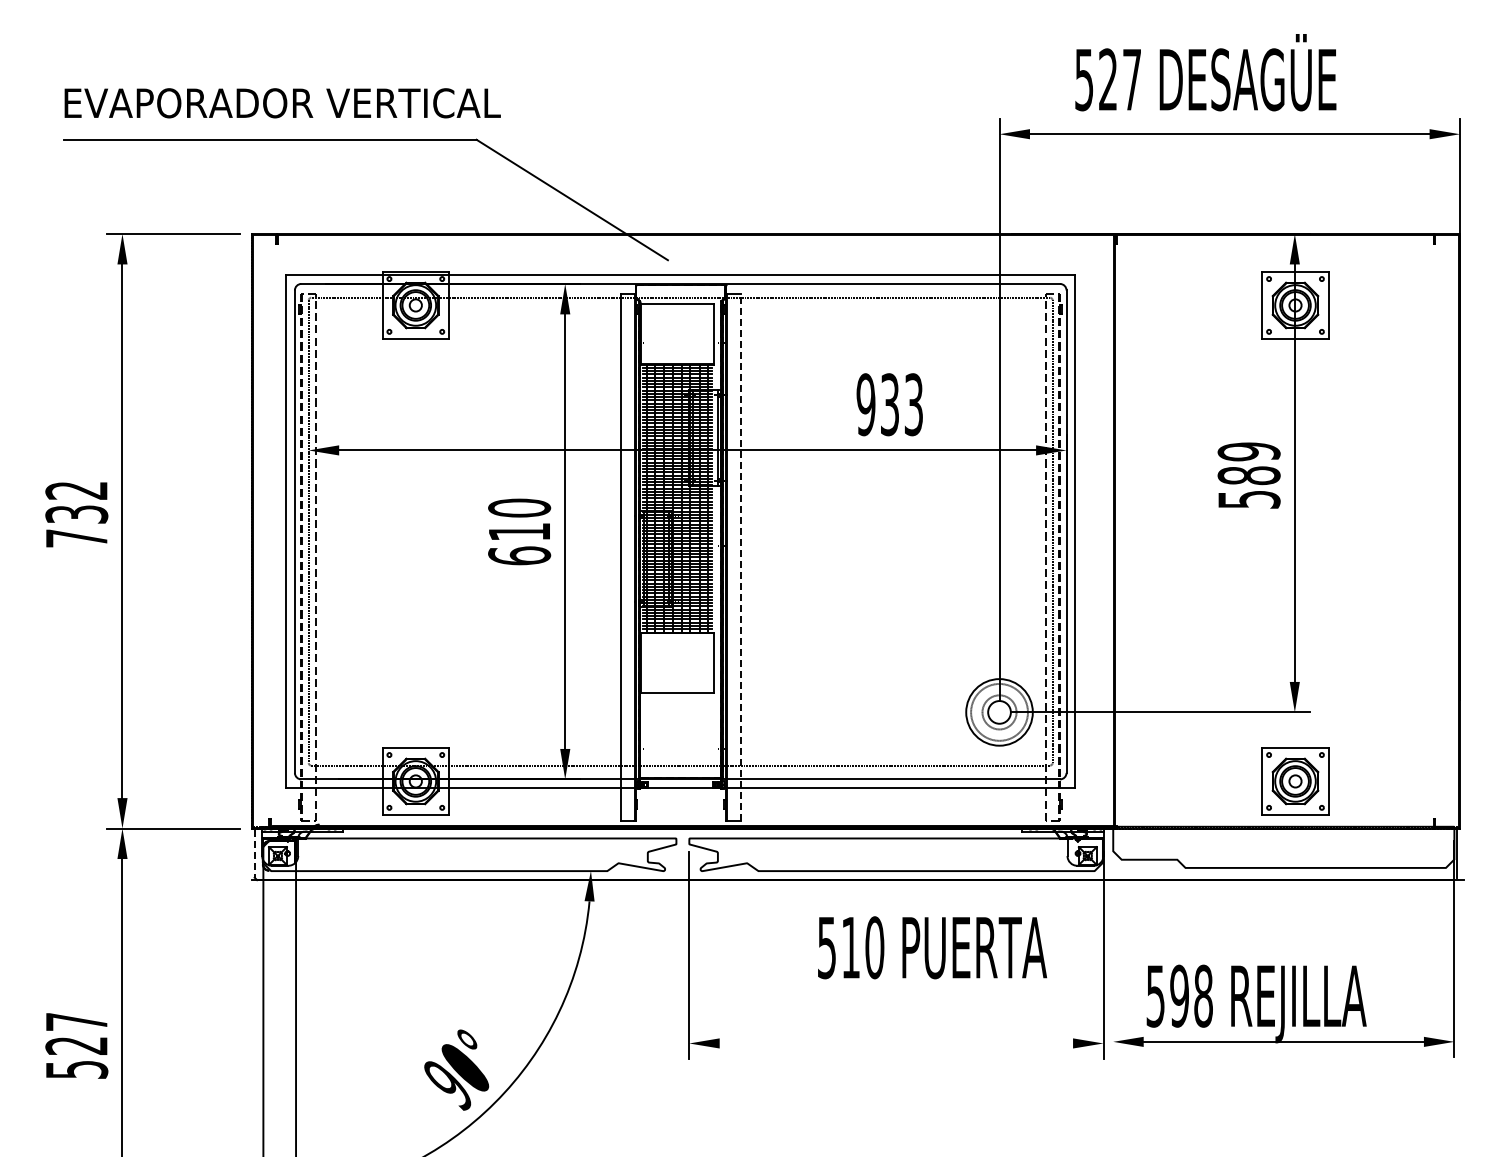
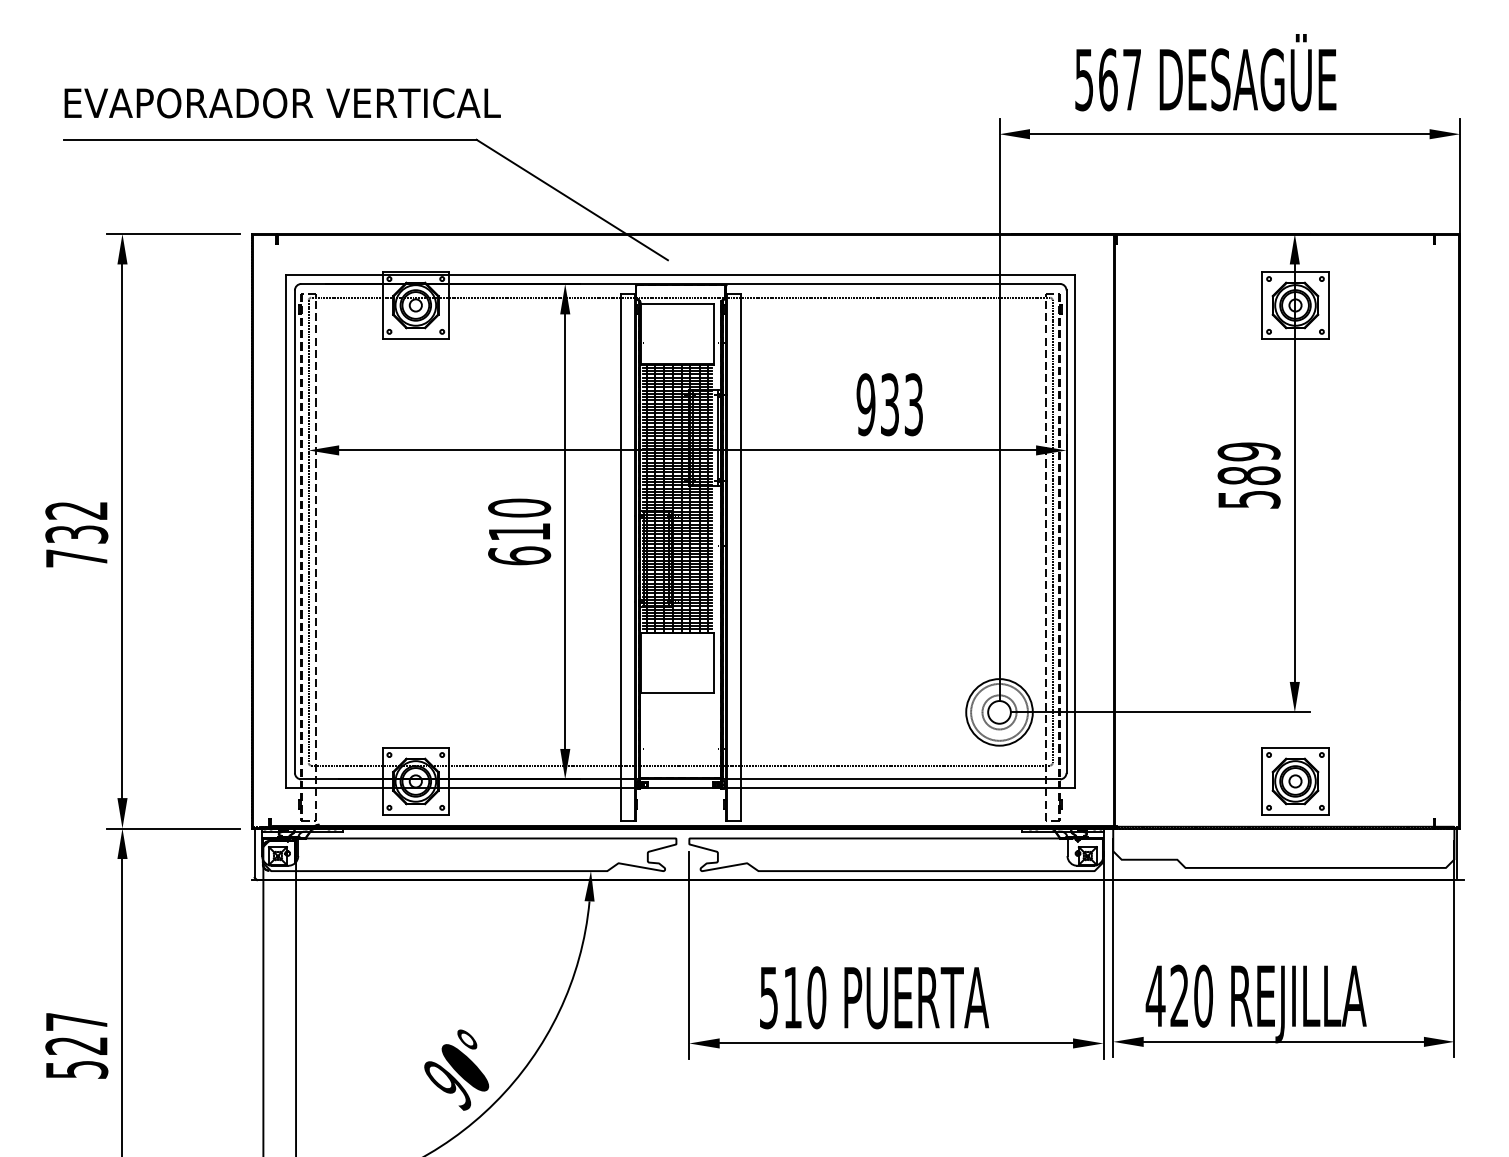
text at (1108, 79): 527 -> 567
text at (76, 514) position: (76, 514) -> (76, 534)
line at (740, 557): dashed -> solid
line at (254, 853): dashed -> solid
text at (932, 947) position: (932, 947) -> (874, 997)
line at (1113, 947): none -> present
text at (1179, 995): 598 -> 420
line at (896, 1043): none -> present
